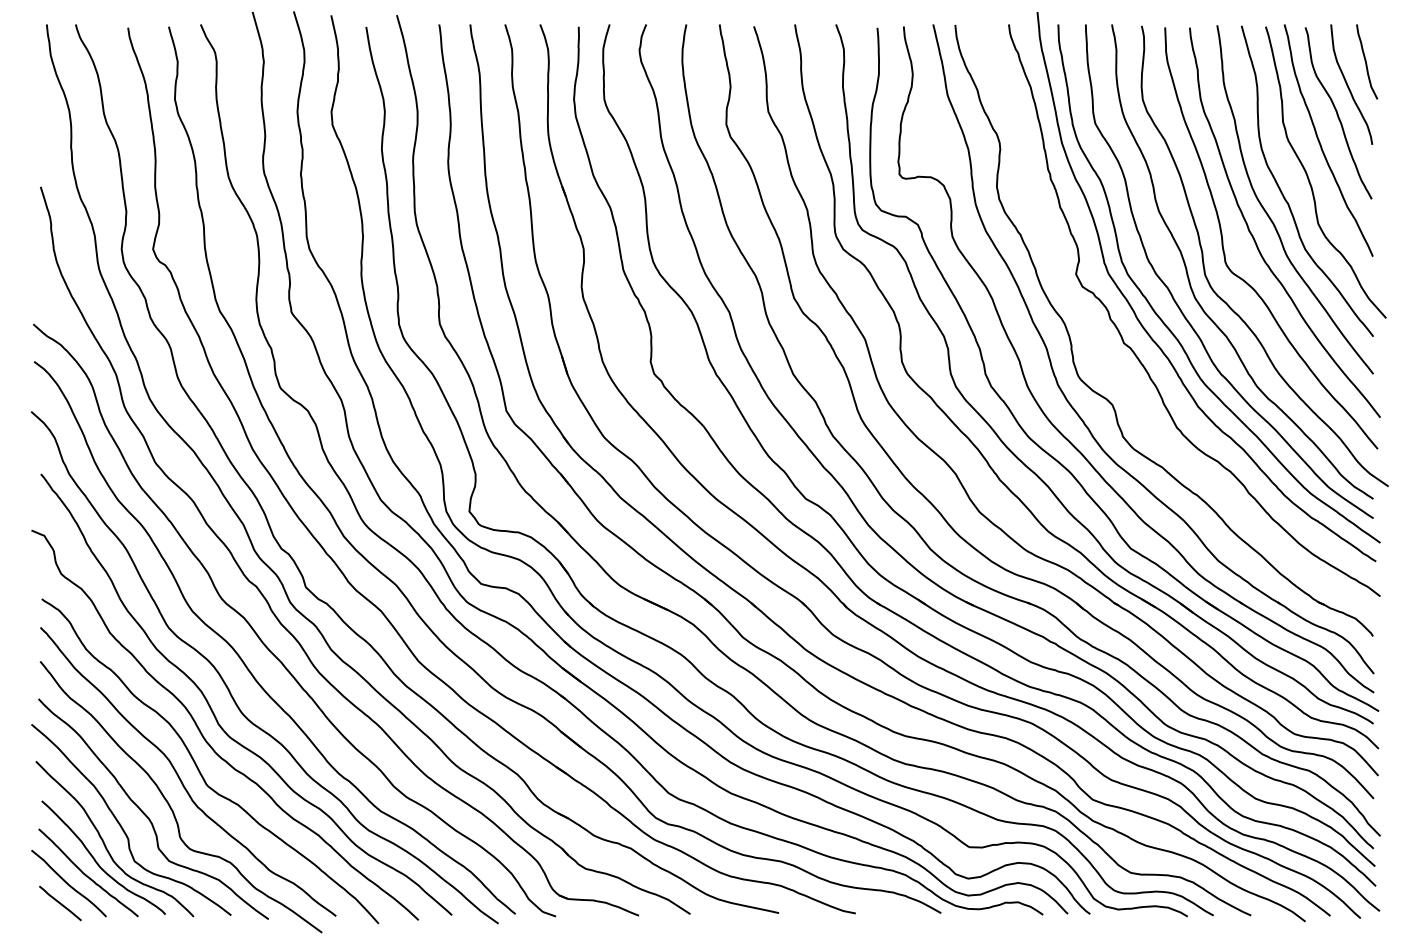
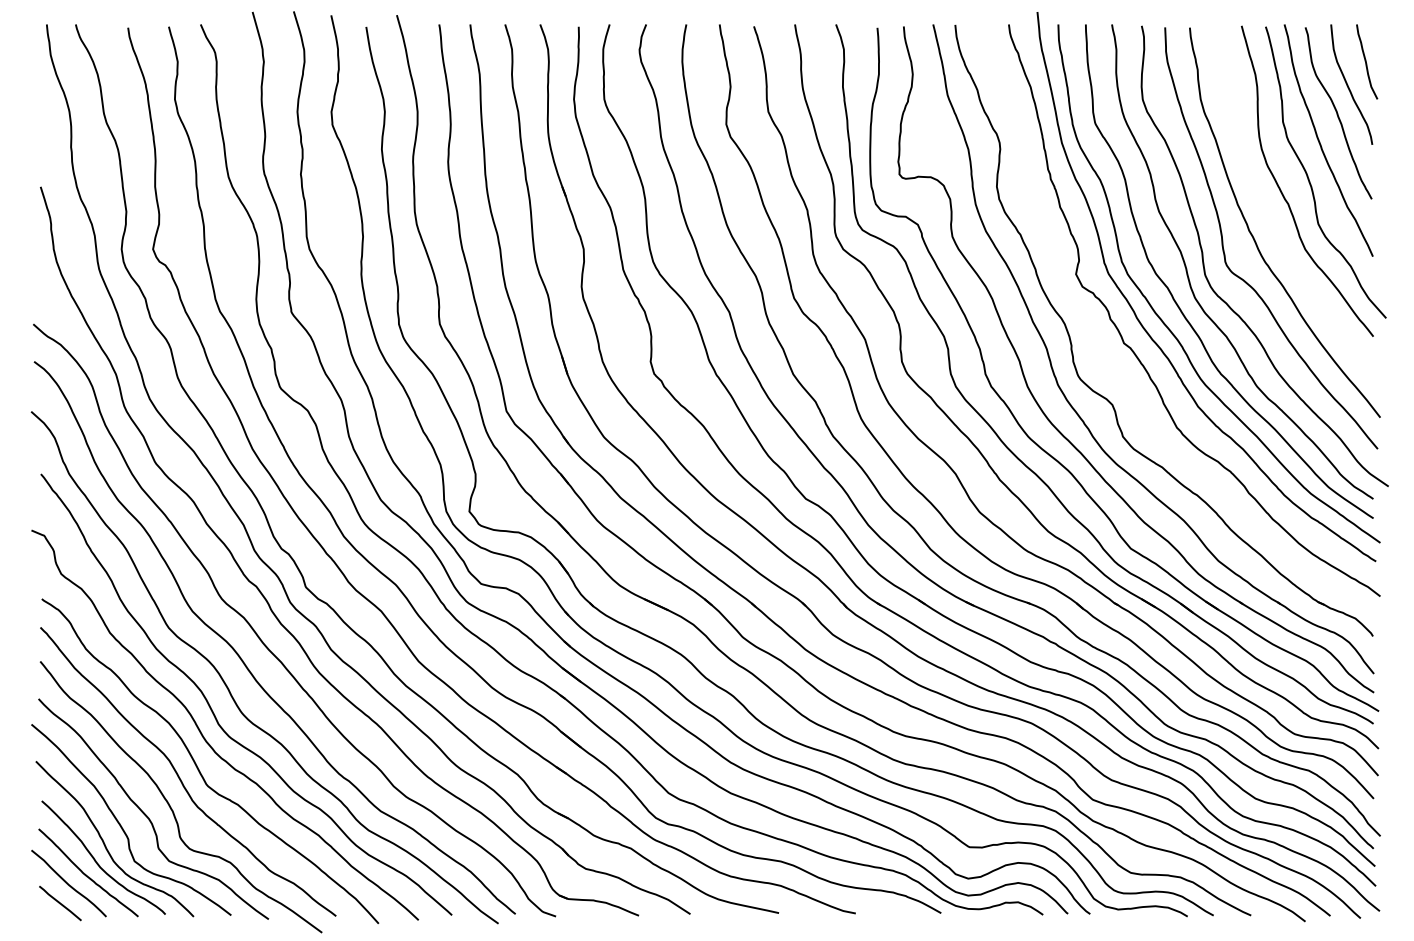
curve at (1269, 215): present -> none
